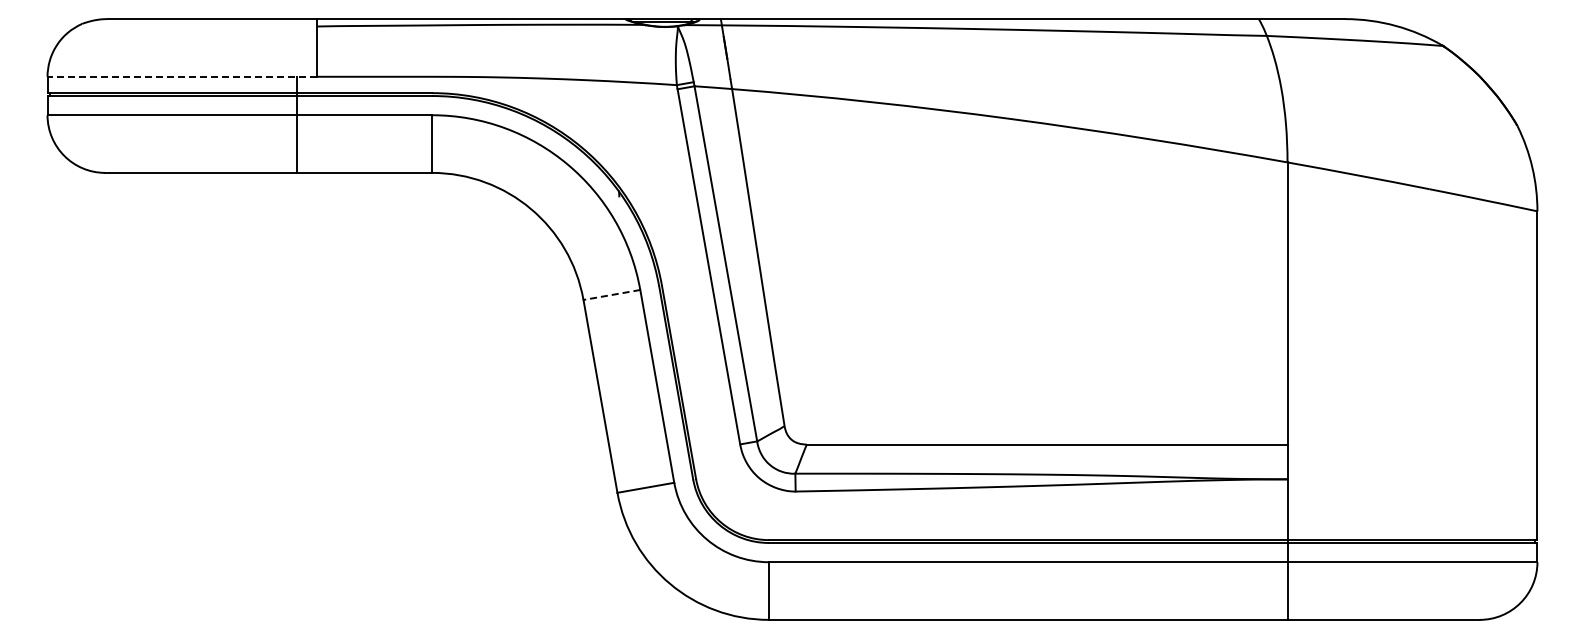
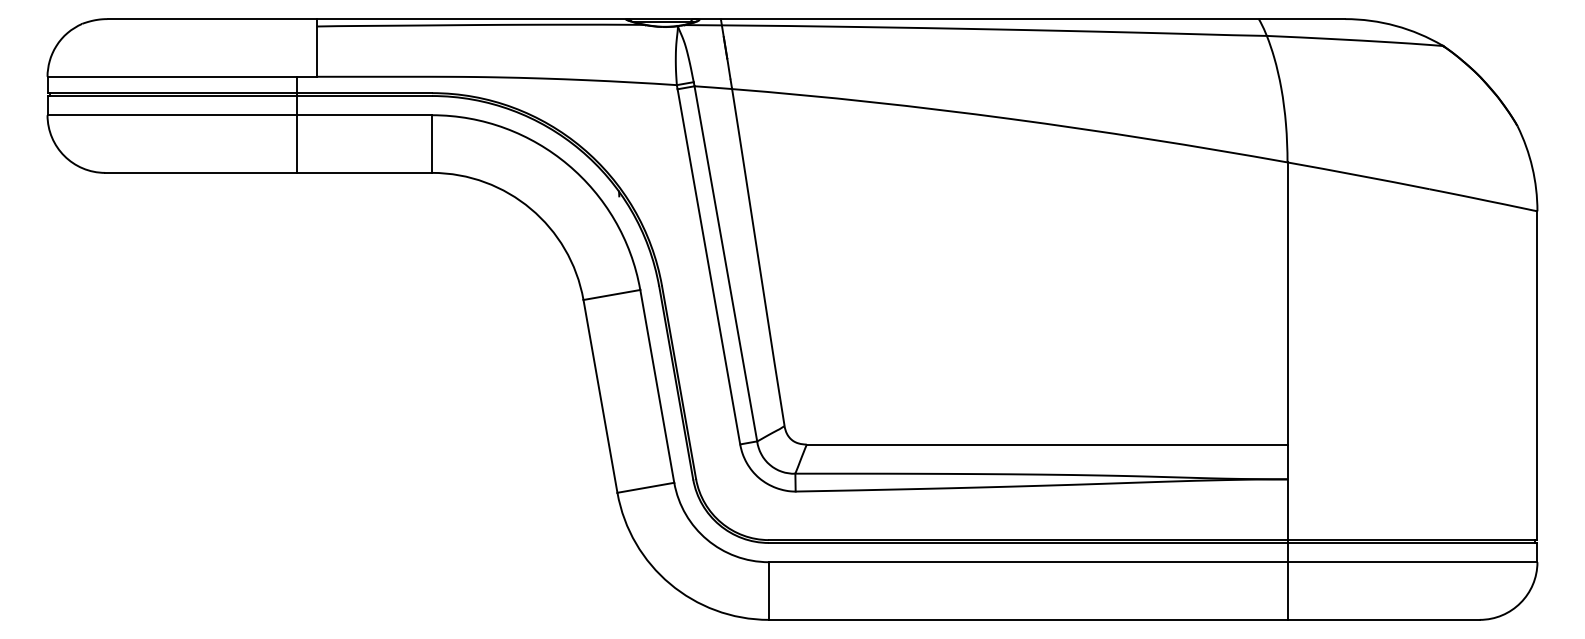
line at (182, 76): dashed -> solid
line at (611, 294): dashed -> solid
